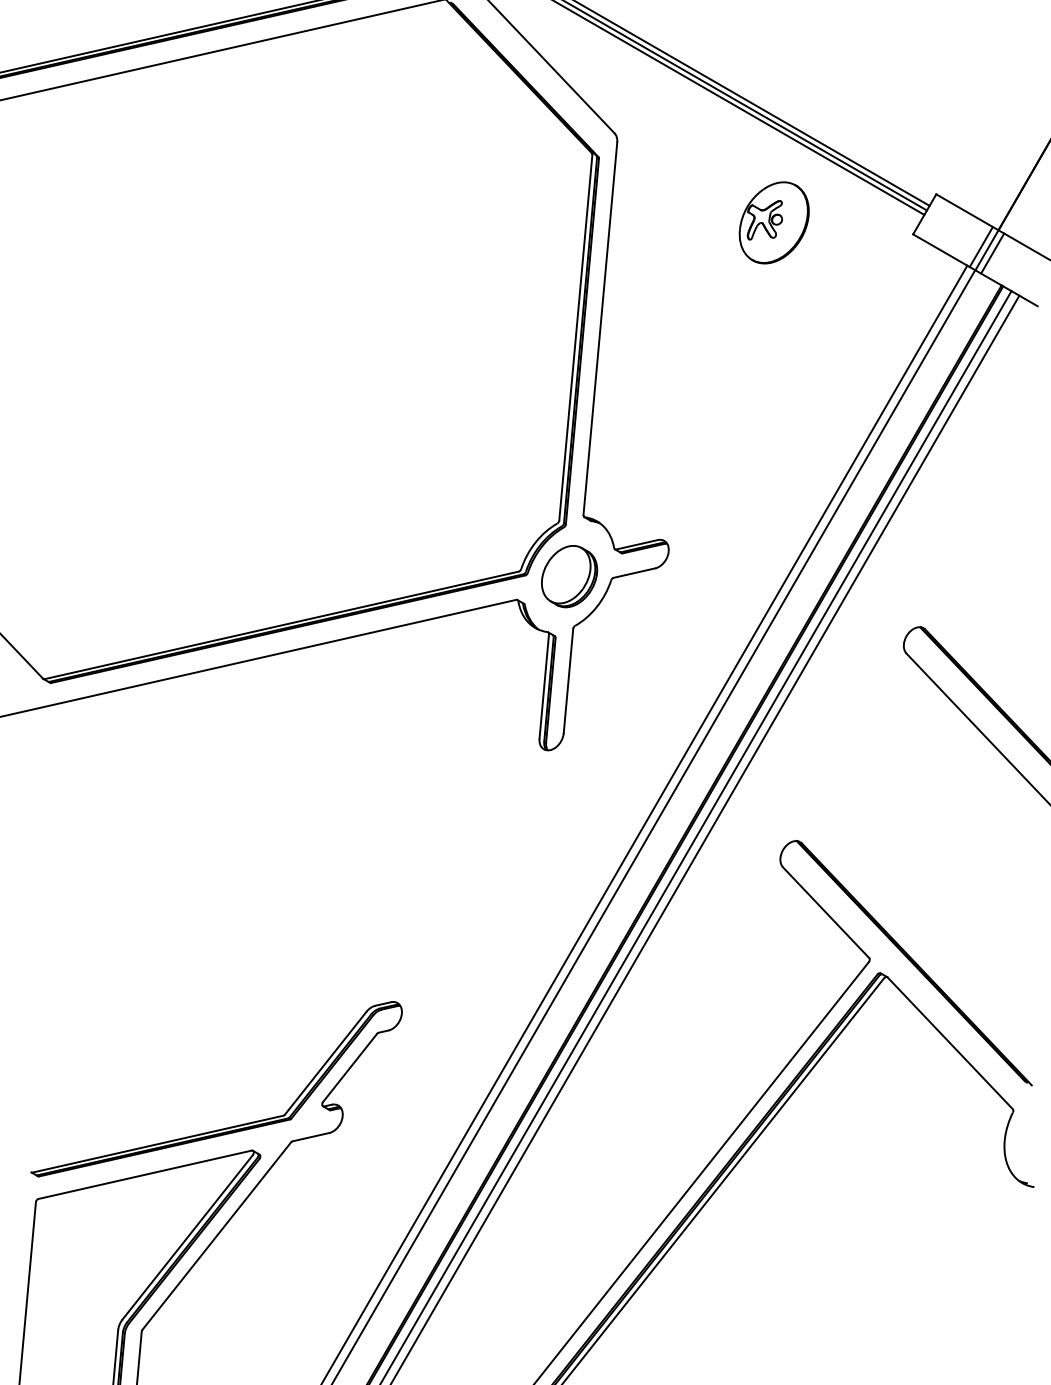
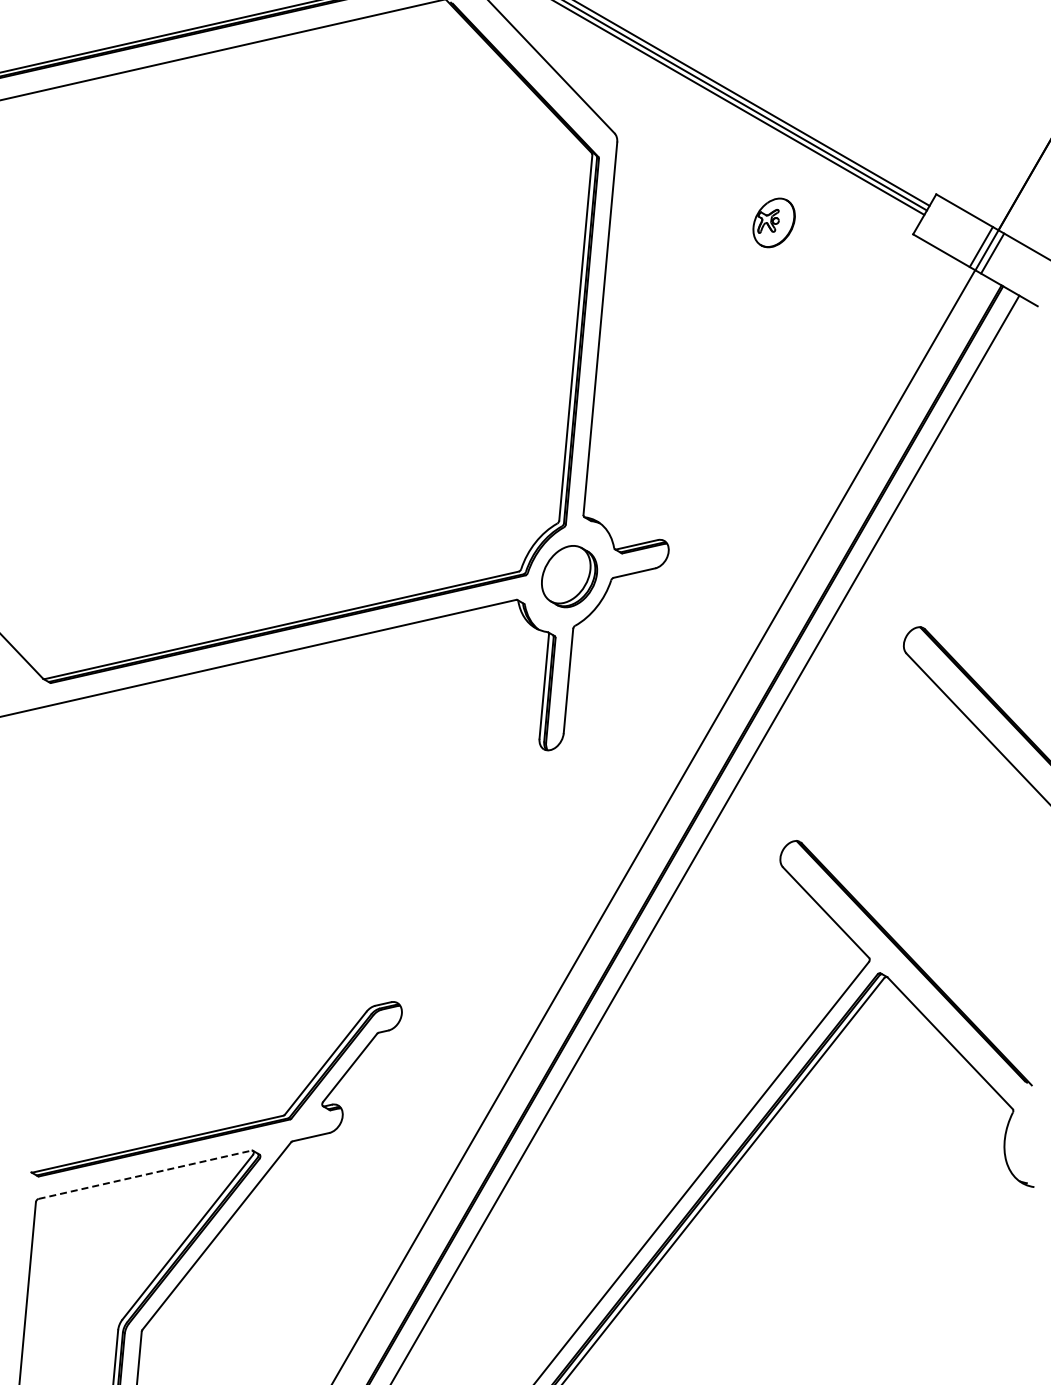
part at (773, 222) size: 72x84 px -> 44x52 px
line at (644, 823): present -> none
line at (696, 836): present -> none
line at (145, 1174): solid -> dashed
